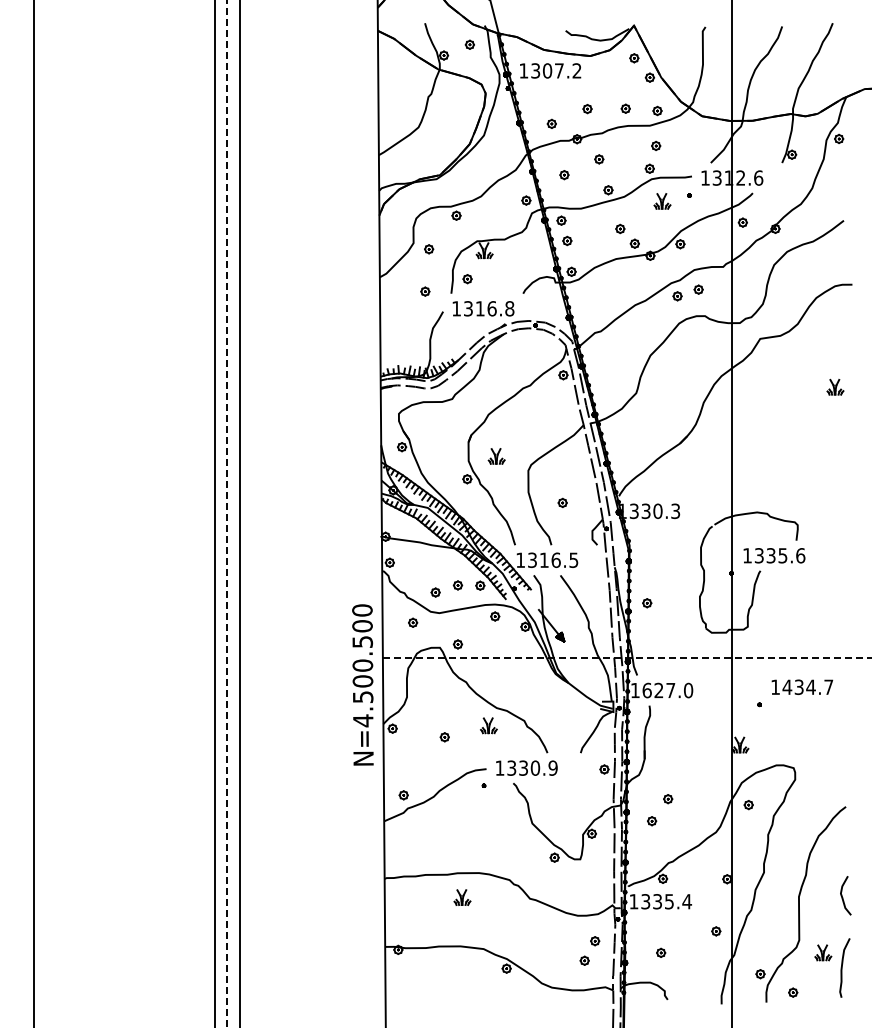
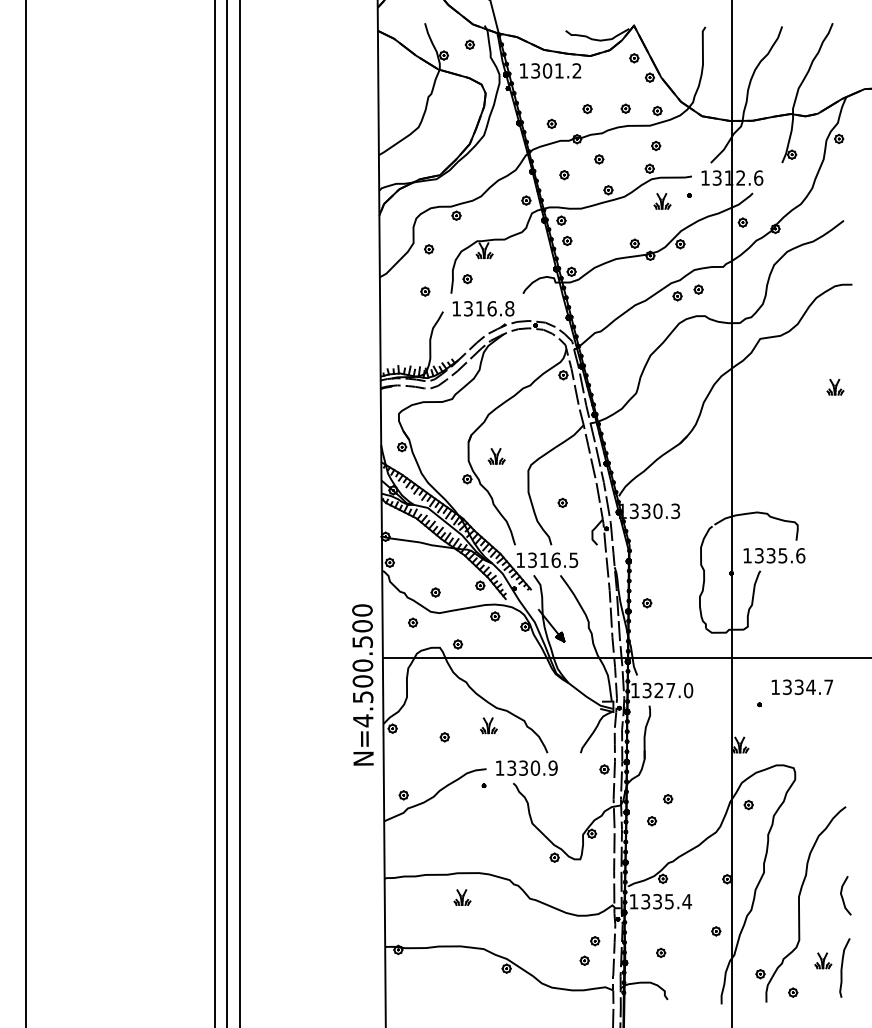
text at (559, 70): 1307.2 -> 1301.2
part at (620, 228): present -> none
line at (34, 513) position: (34, 513) -> (26, 513)
line at (227, 514): dashed -> solid
part at (457, 585): present -> none
line at (627, 657): dashed -> solid
text at (787, 687): 1434.7 -> 1334.7
text at (646, 690): 1627.0 -> 1327.0
part at (823, 952) position: (823, 952) -> (823, 960)
